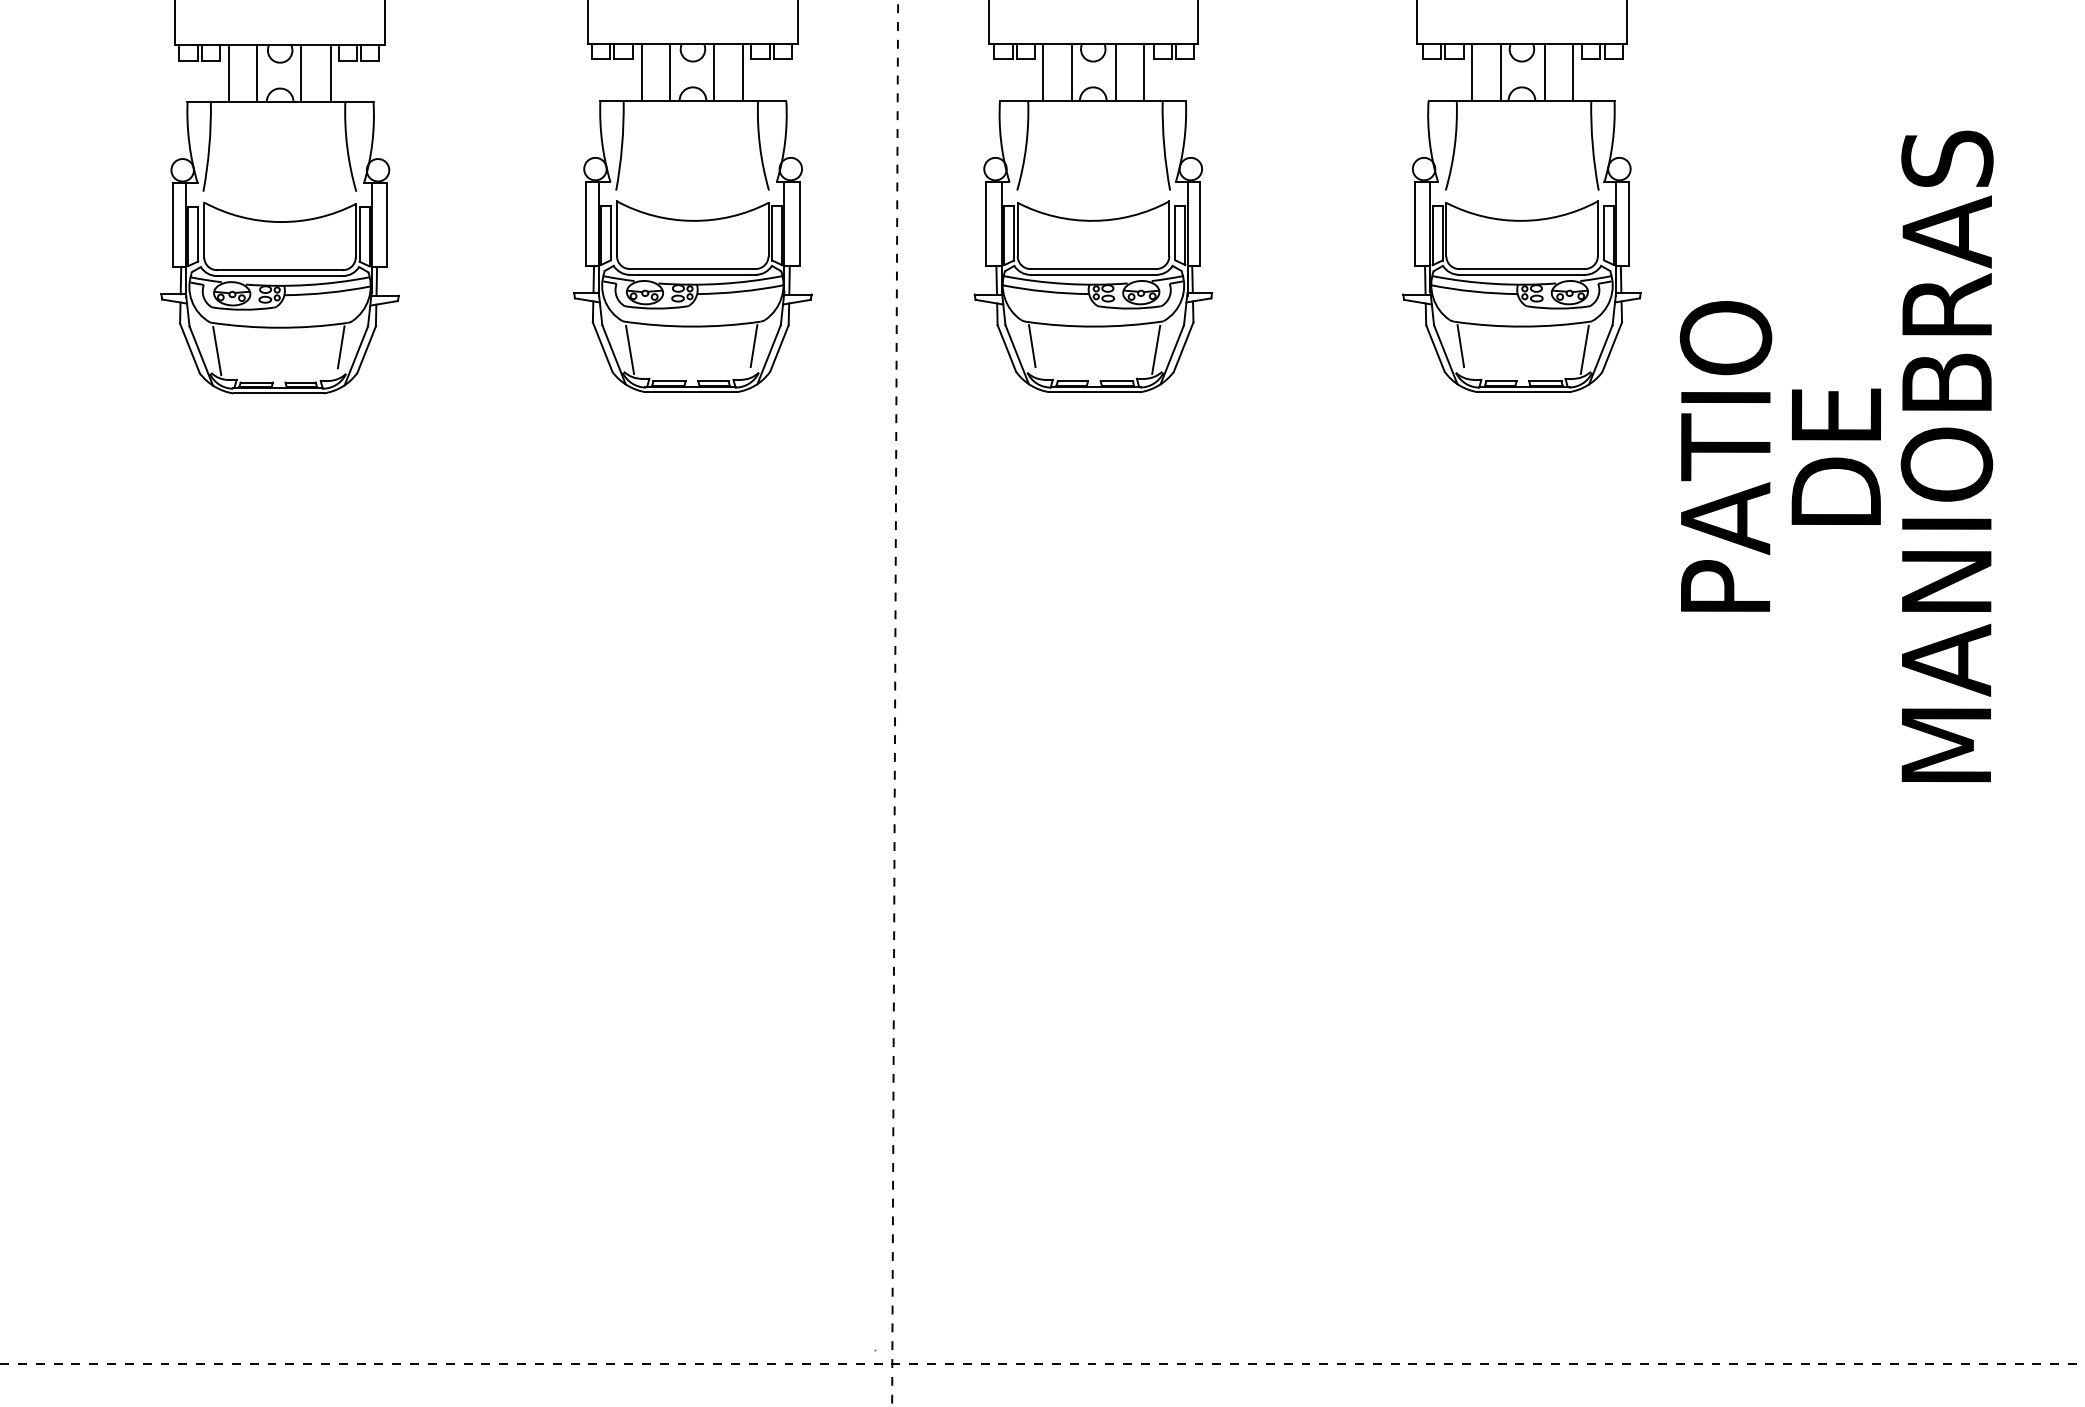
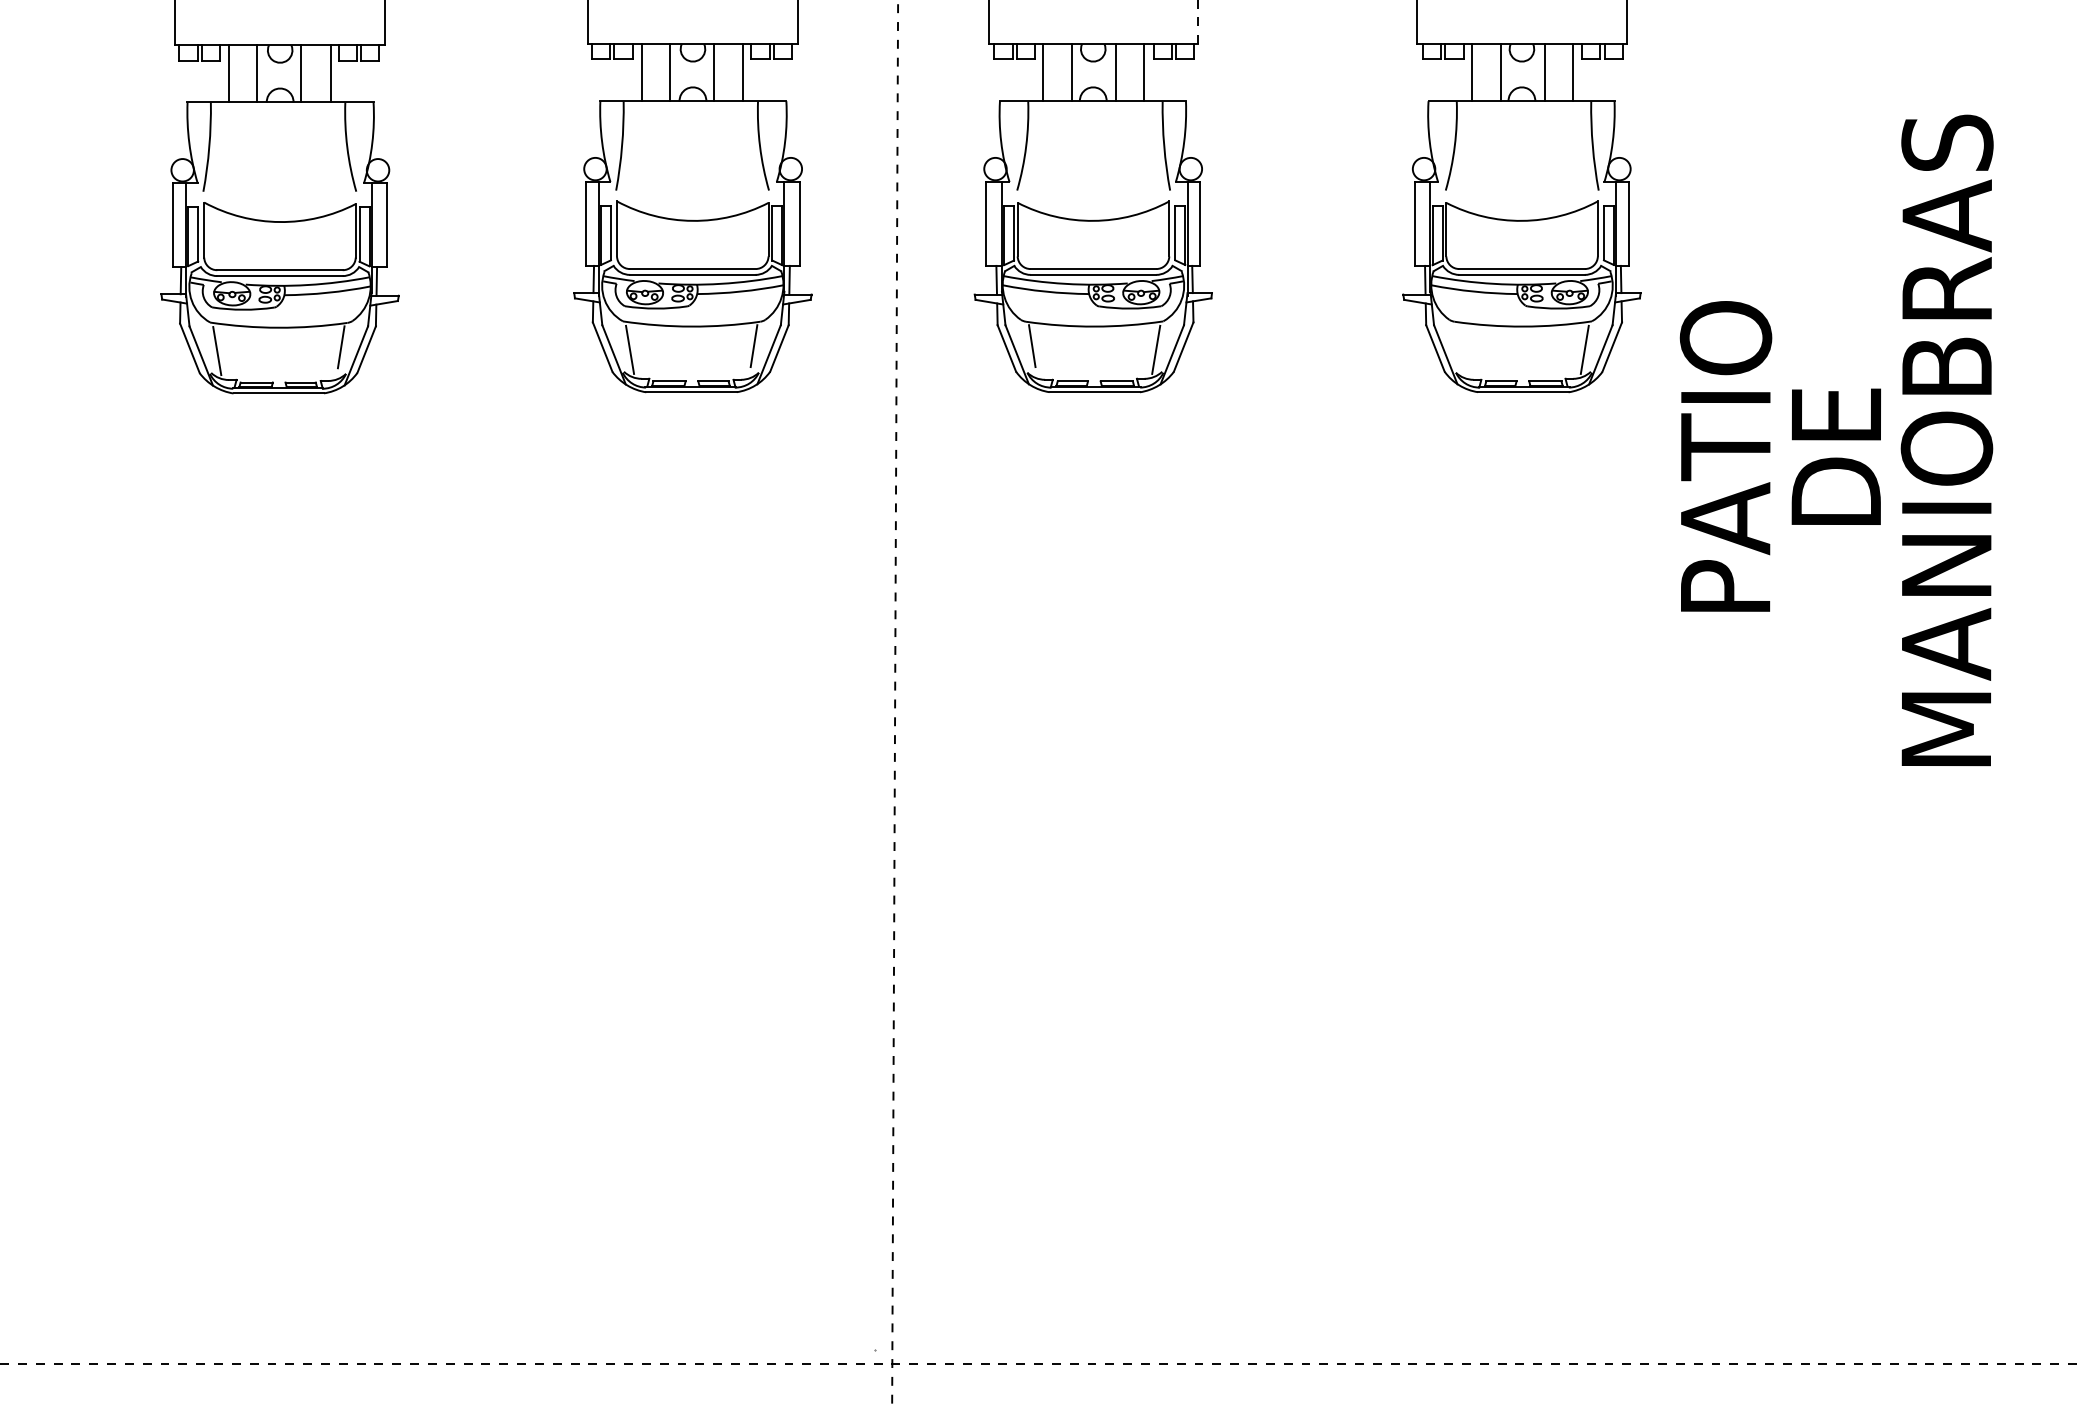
line at (1198, 22): solid -> dashed
line at (1460, 346): present -> none
text at (1946, 456) position: (1946, 456) -> (1946, 440)
